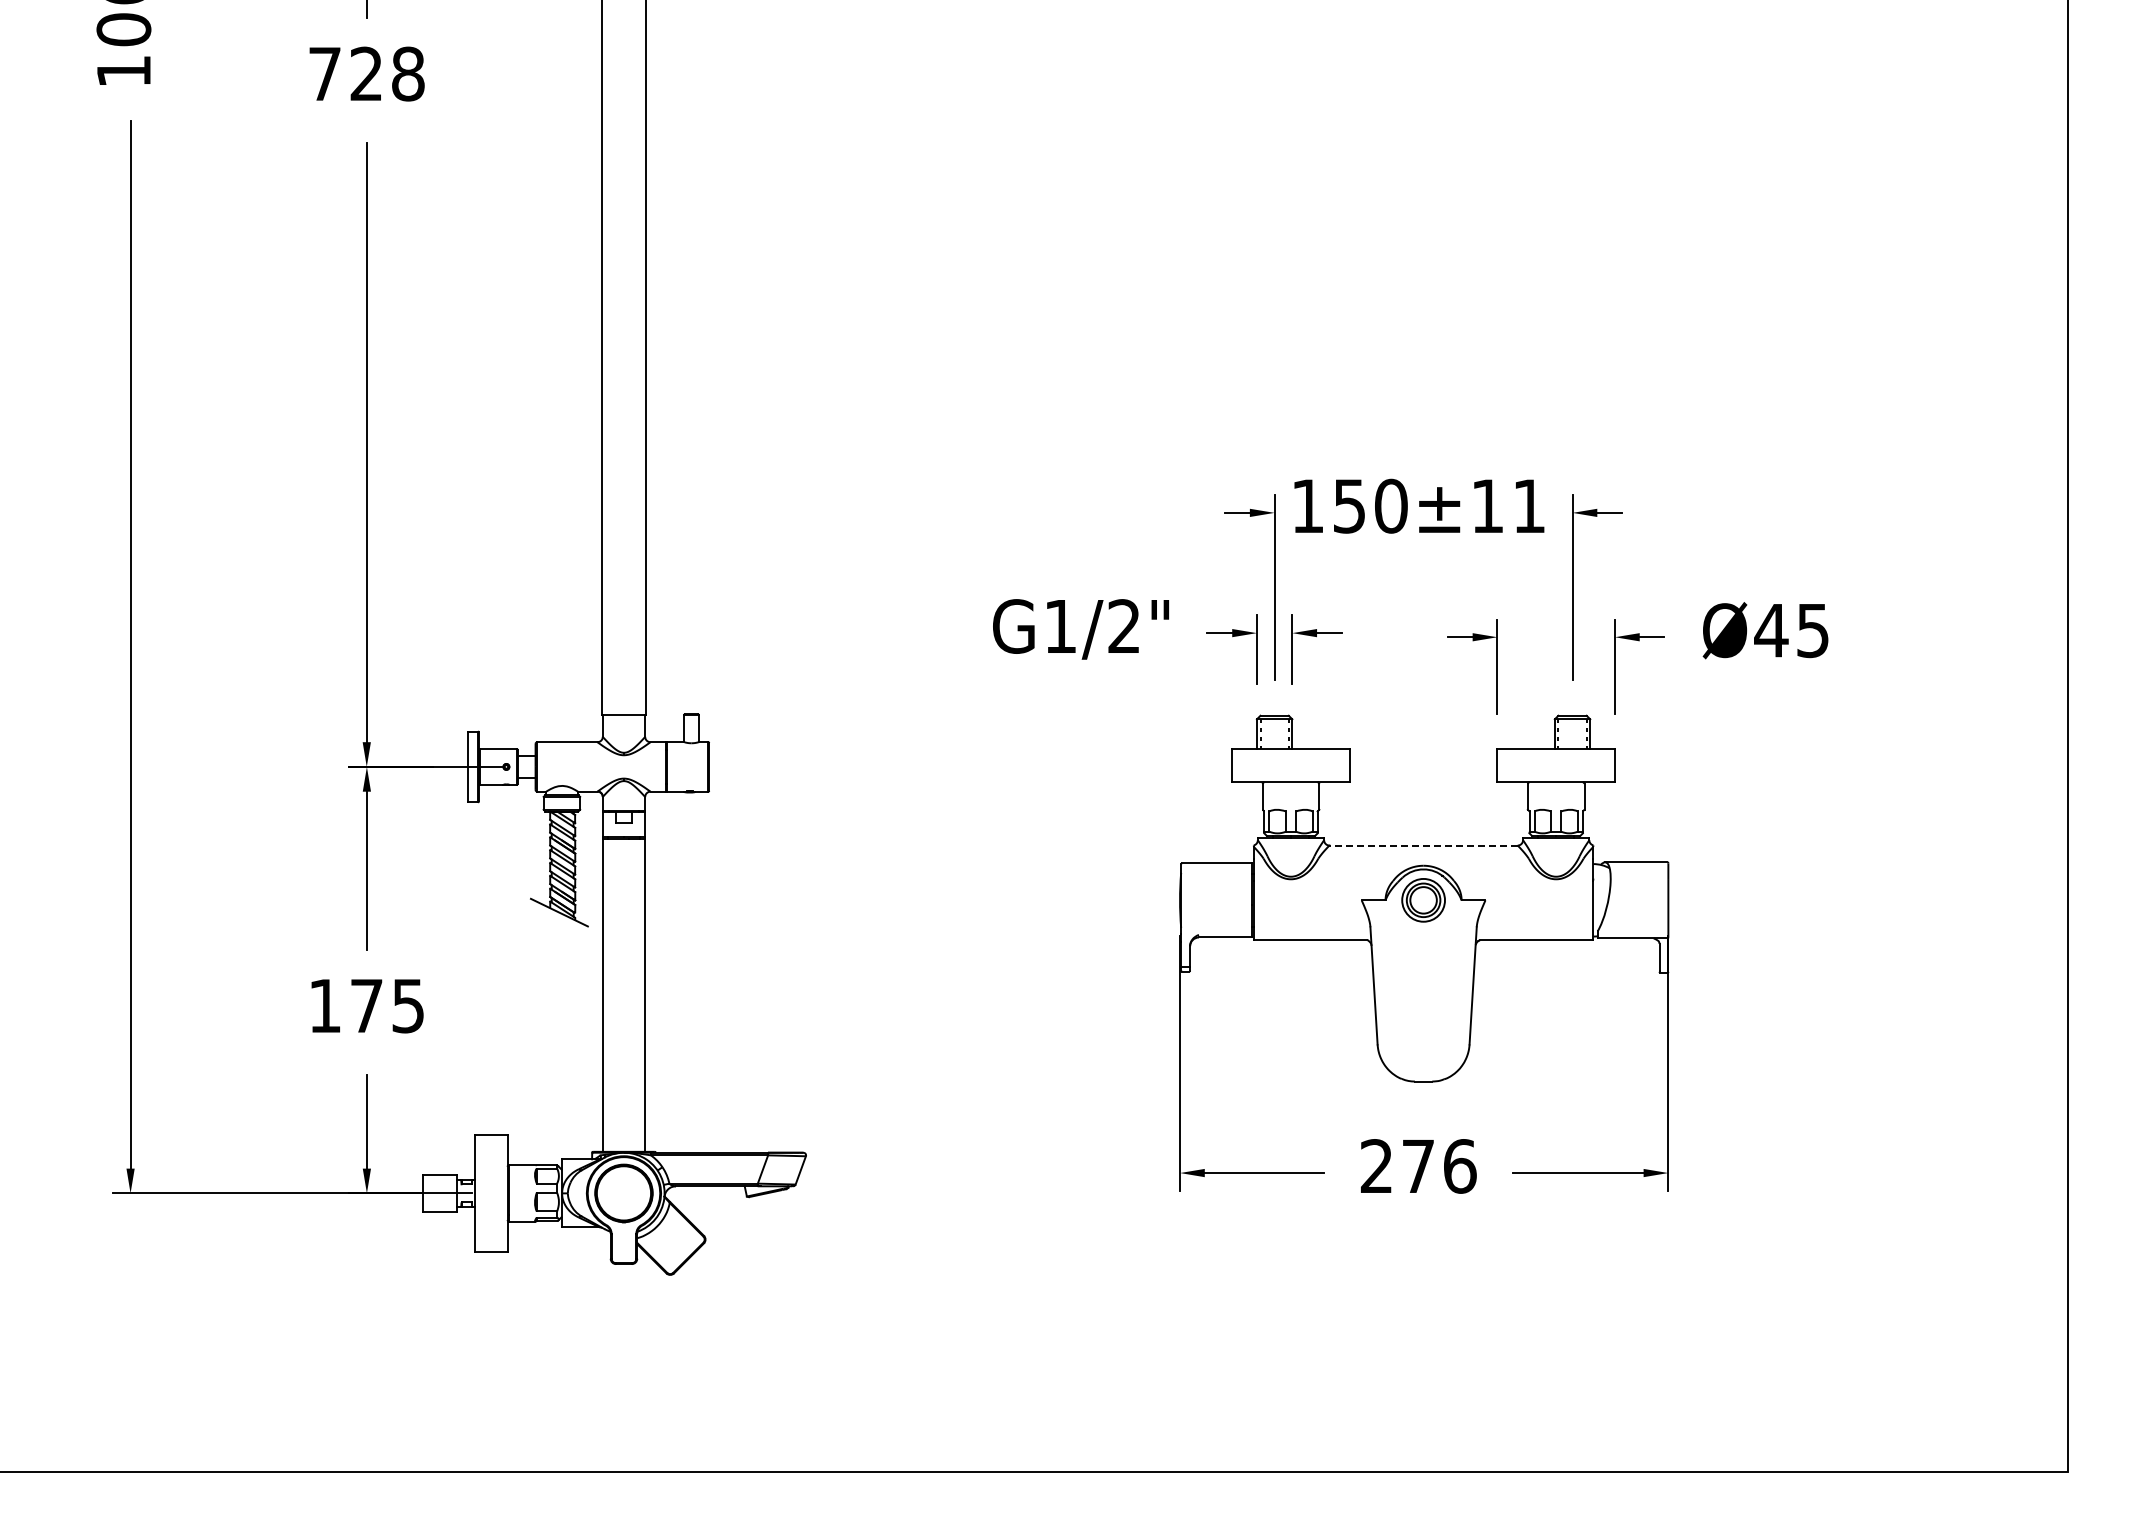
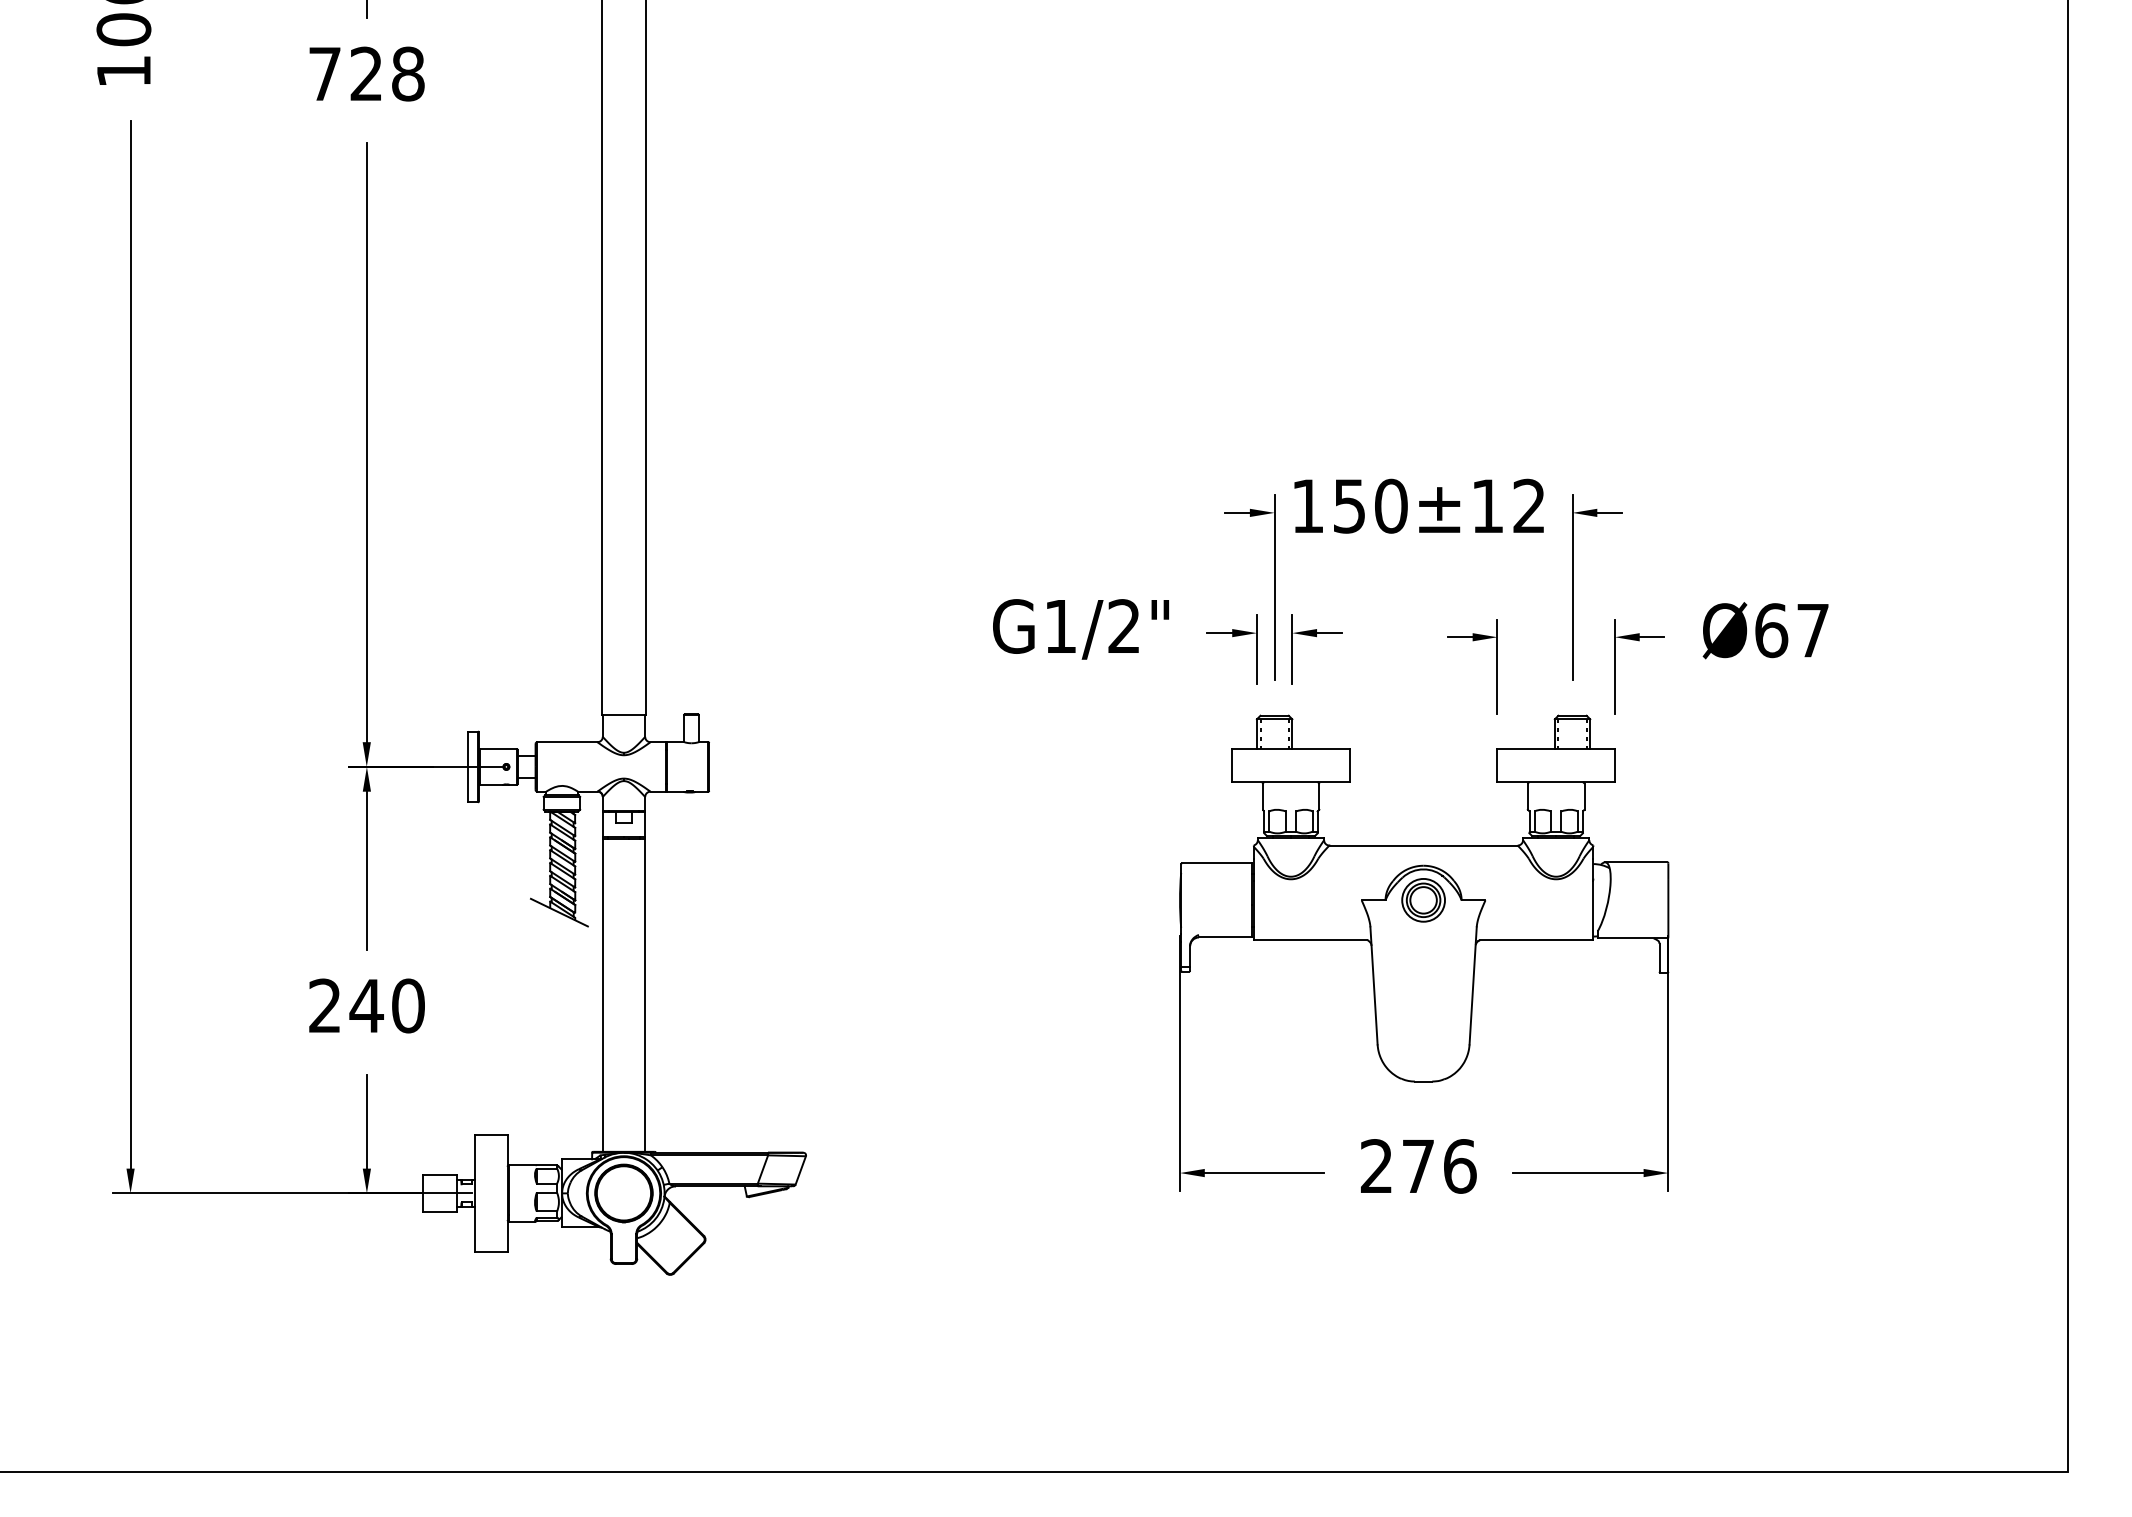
text at (1528, 505): 150±11 -> 150±12
text at (1791, 630): Ø45 -> Ø67
line at (1423, 845): dashed -> solid
text at (366, 1005): 175 -> 240
